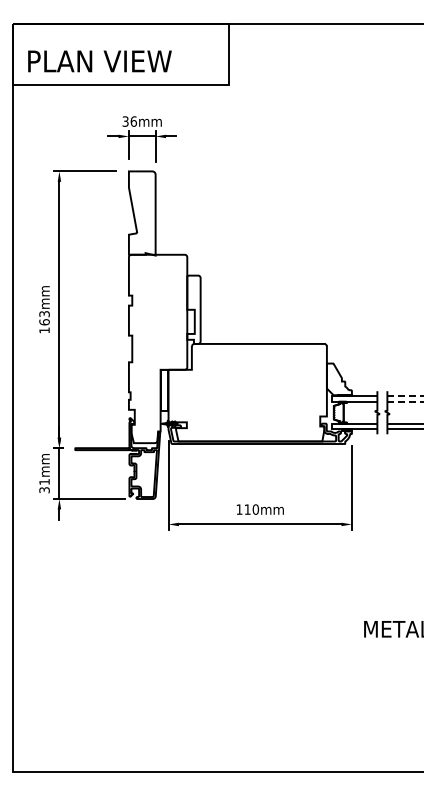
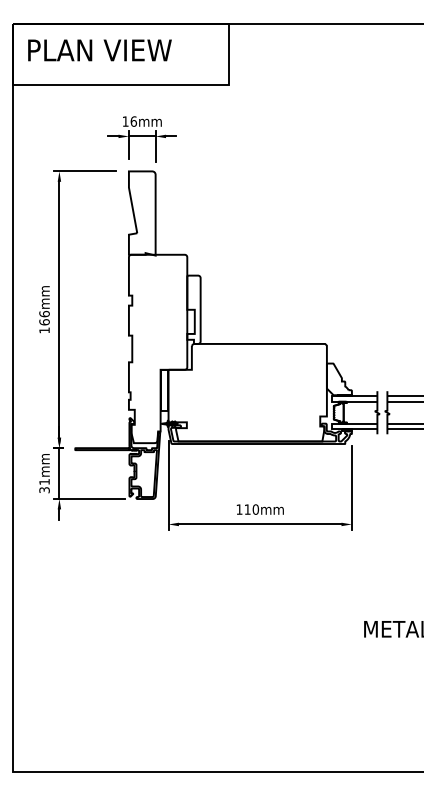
text at (99, 61) position: (99, 61) -> (99, 50)
text at (125, 121): 36mm -> 16mm
text at (44, 313): 163mm -> 166mm
line at (423, 396): dashed -> solid
